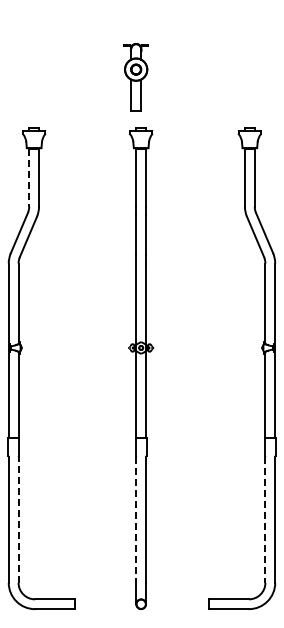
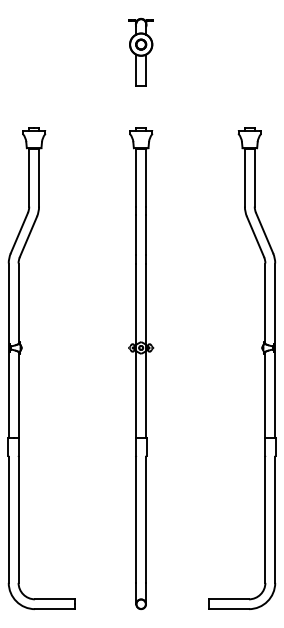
part at (135, 77) position: (135, 77) -> (140, 52)
line at (29, 177): dashed -> solid
line at (18, 519): dashed -> solid
line at (136, 520): dashed -> solid
line at (265, 520): dashed -> solid
